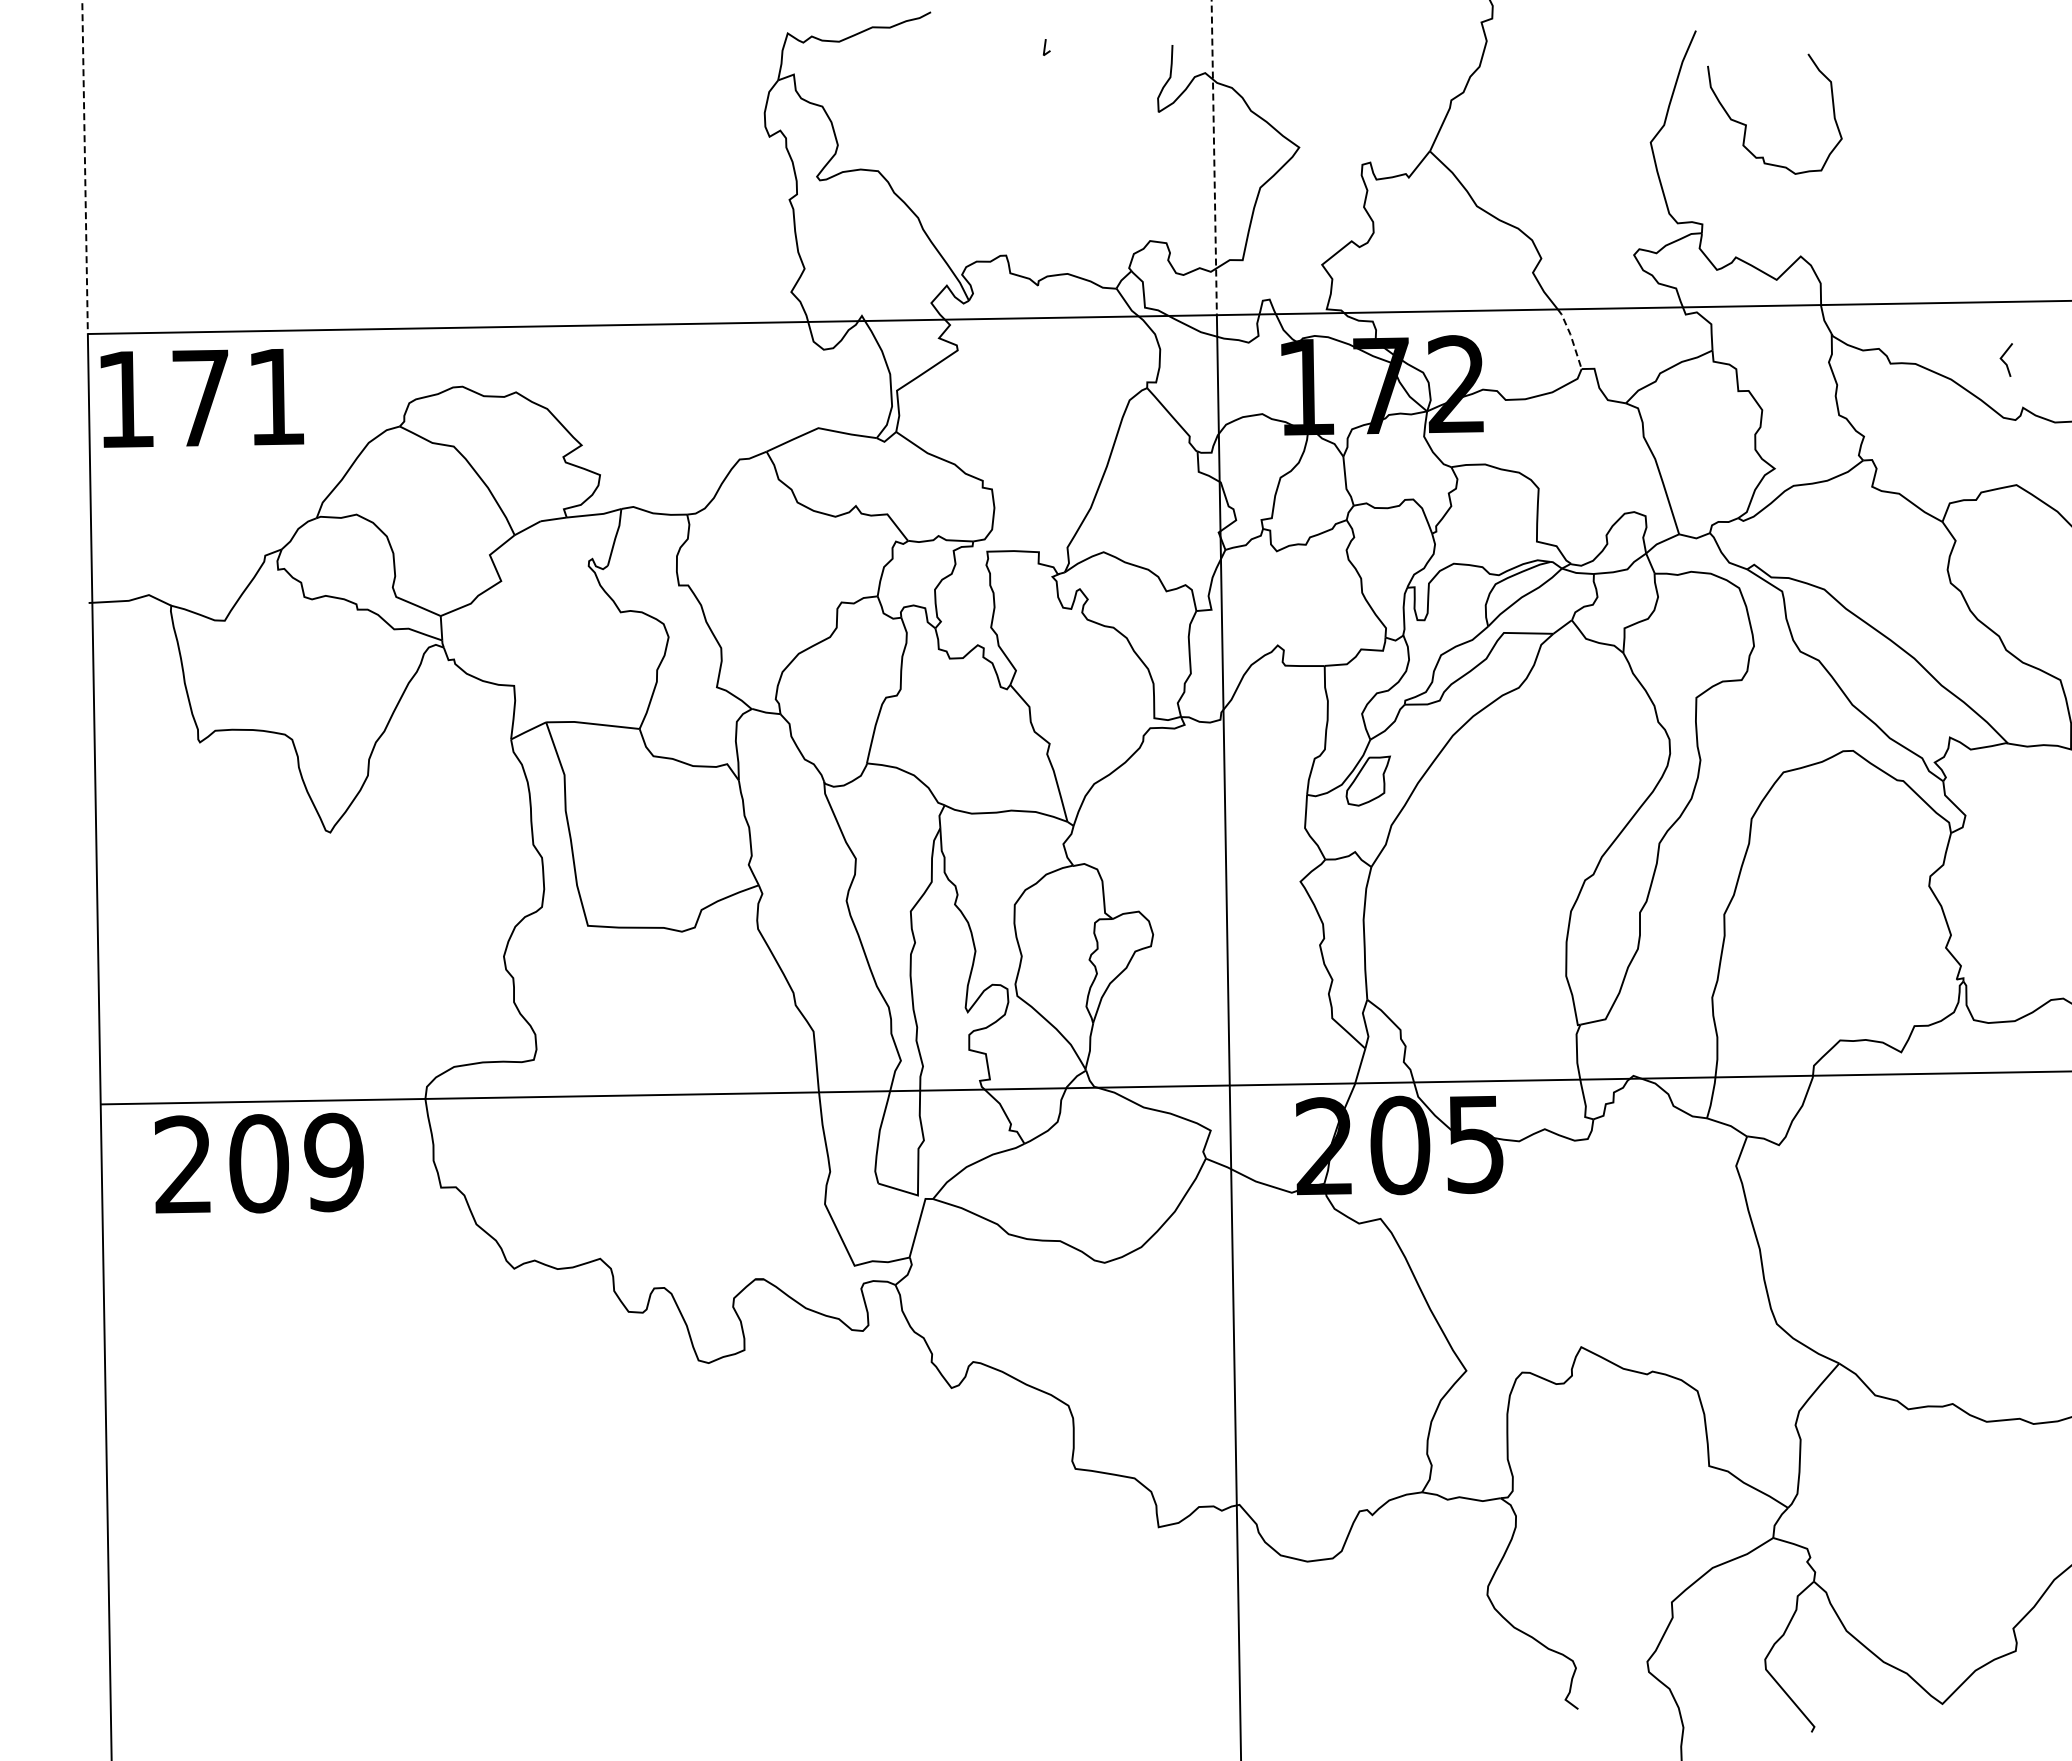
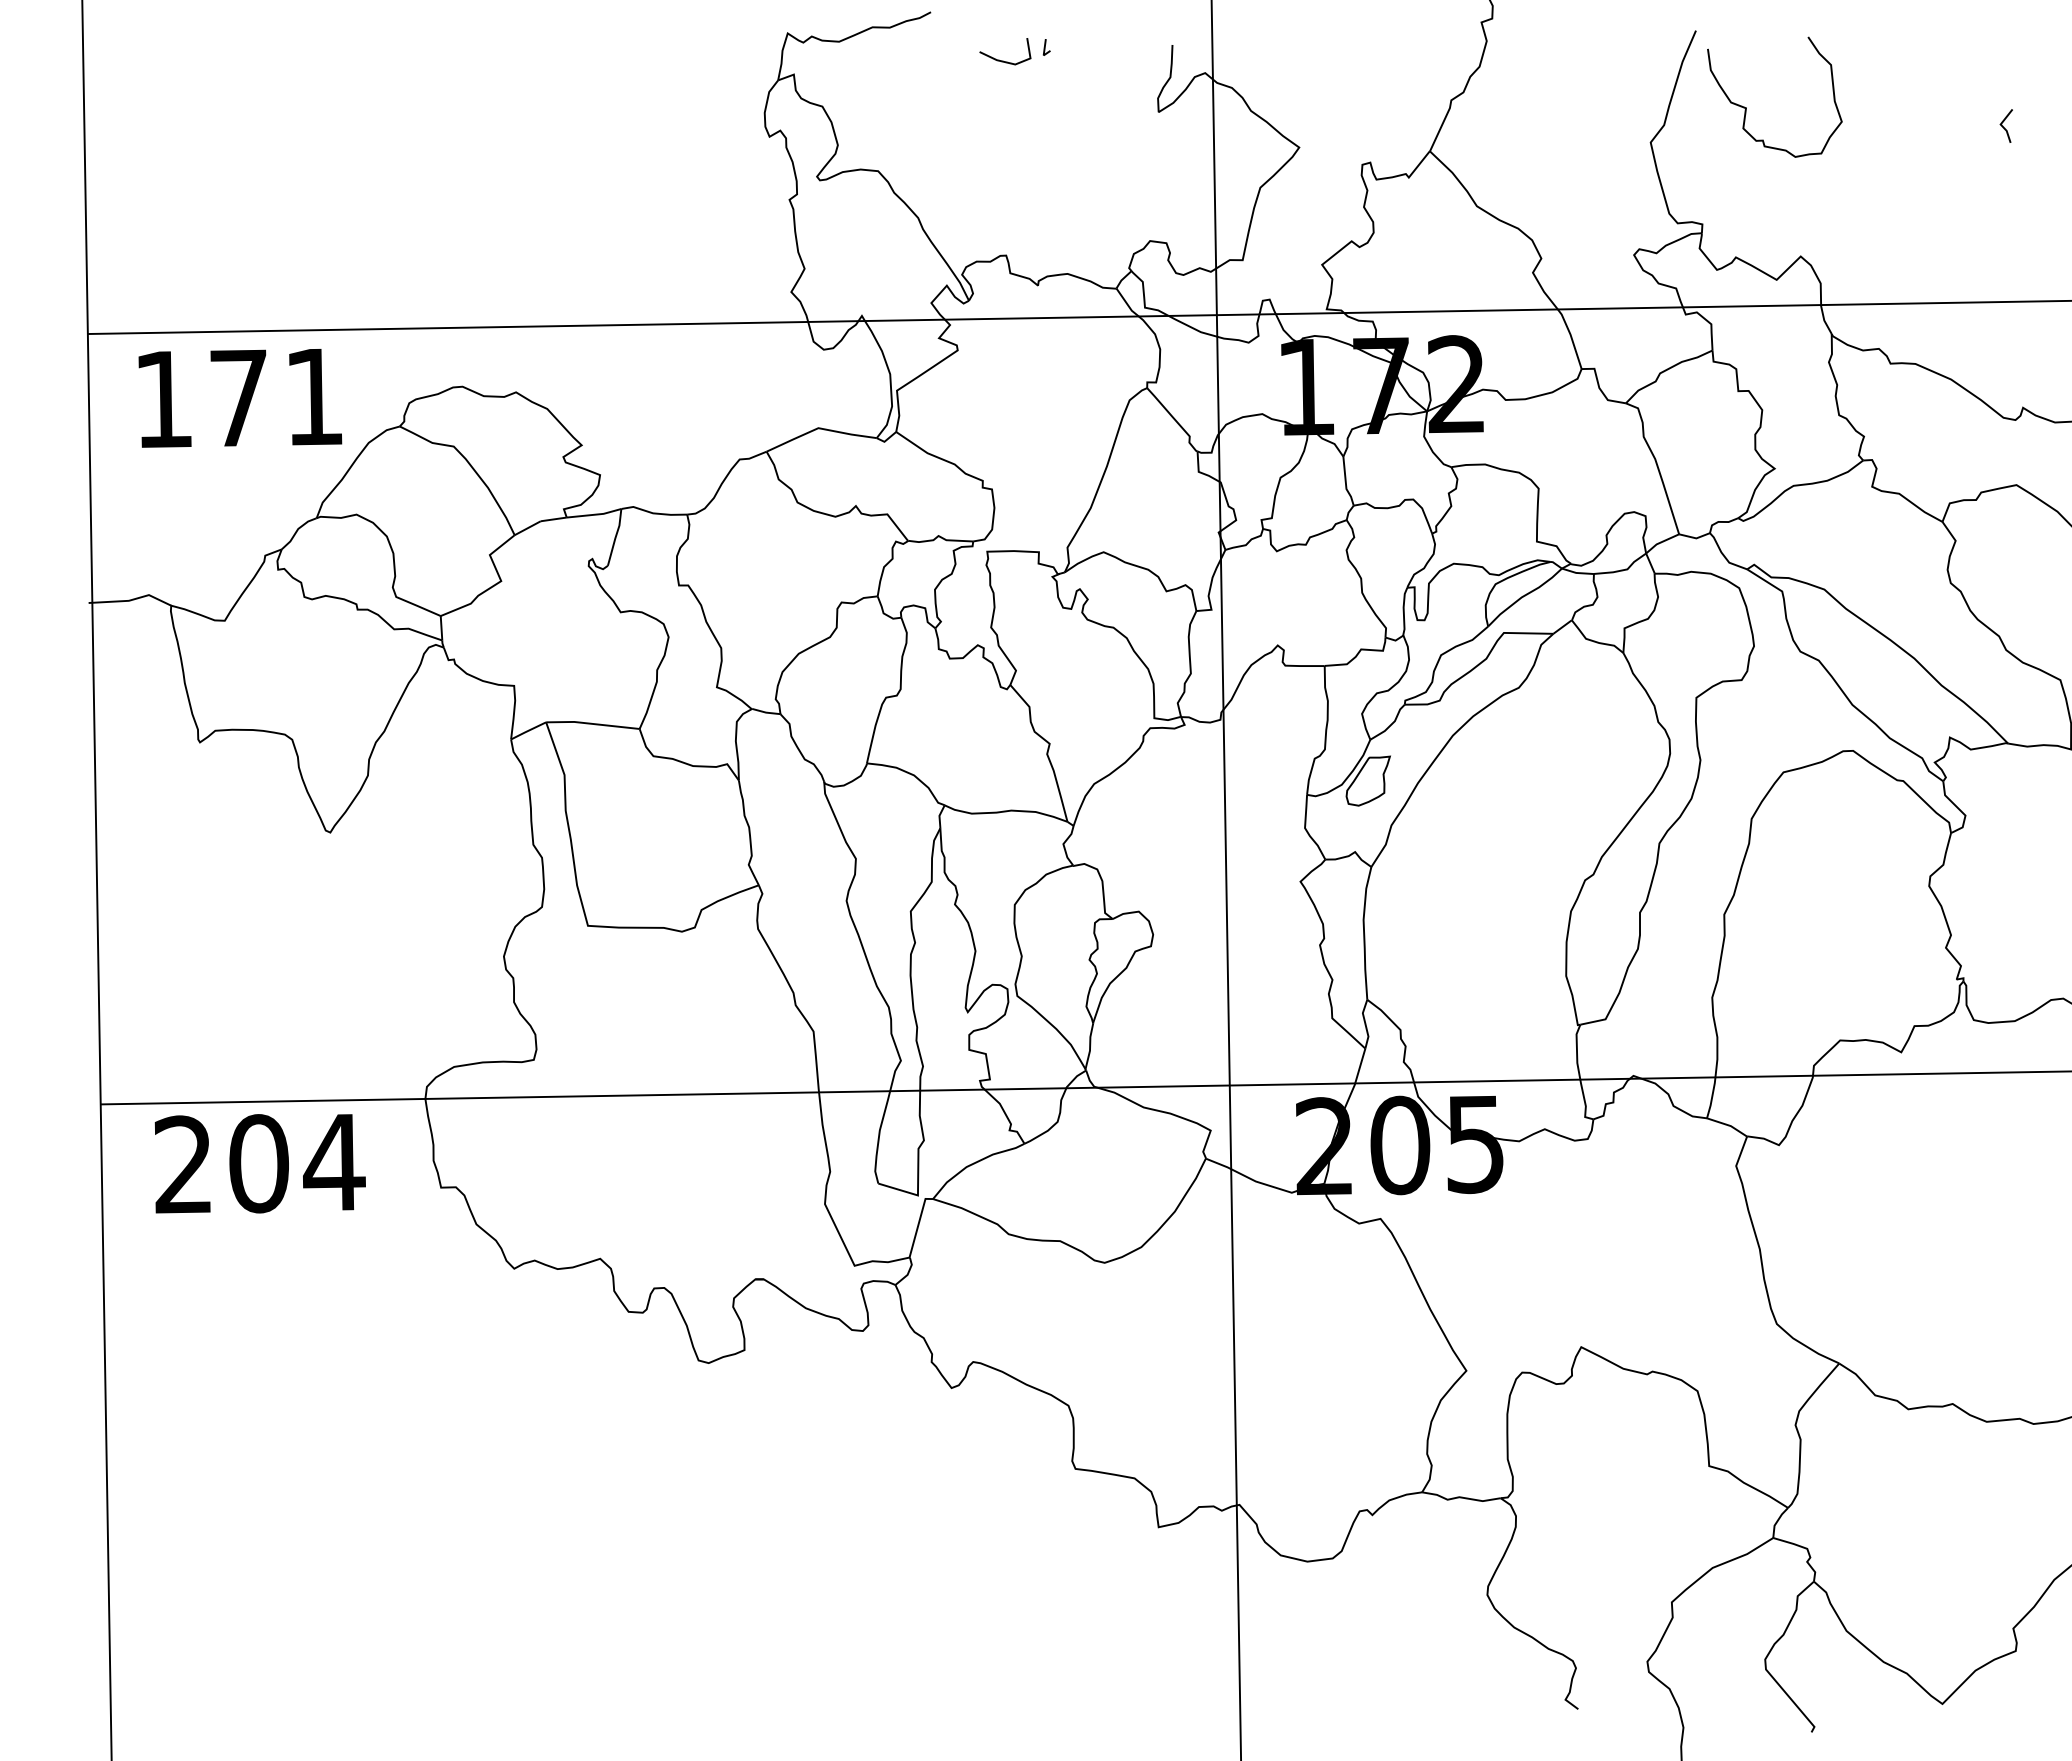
line at (1003, 60): none -> present
curve at (1746, 124) position: (1746, 124) -> (1746, 107)
line at (1214, 158): dashed -> solid
line at (85, 167): dashed -> solid
line at (1571, 337): dashed -> solid
line at (2003, 360) position: (2003, 360) -> (2003, 126)
text at (202, 398) position: (202, 398) -> (240, 398)
text at (334, 1162): 209 -> 204
